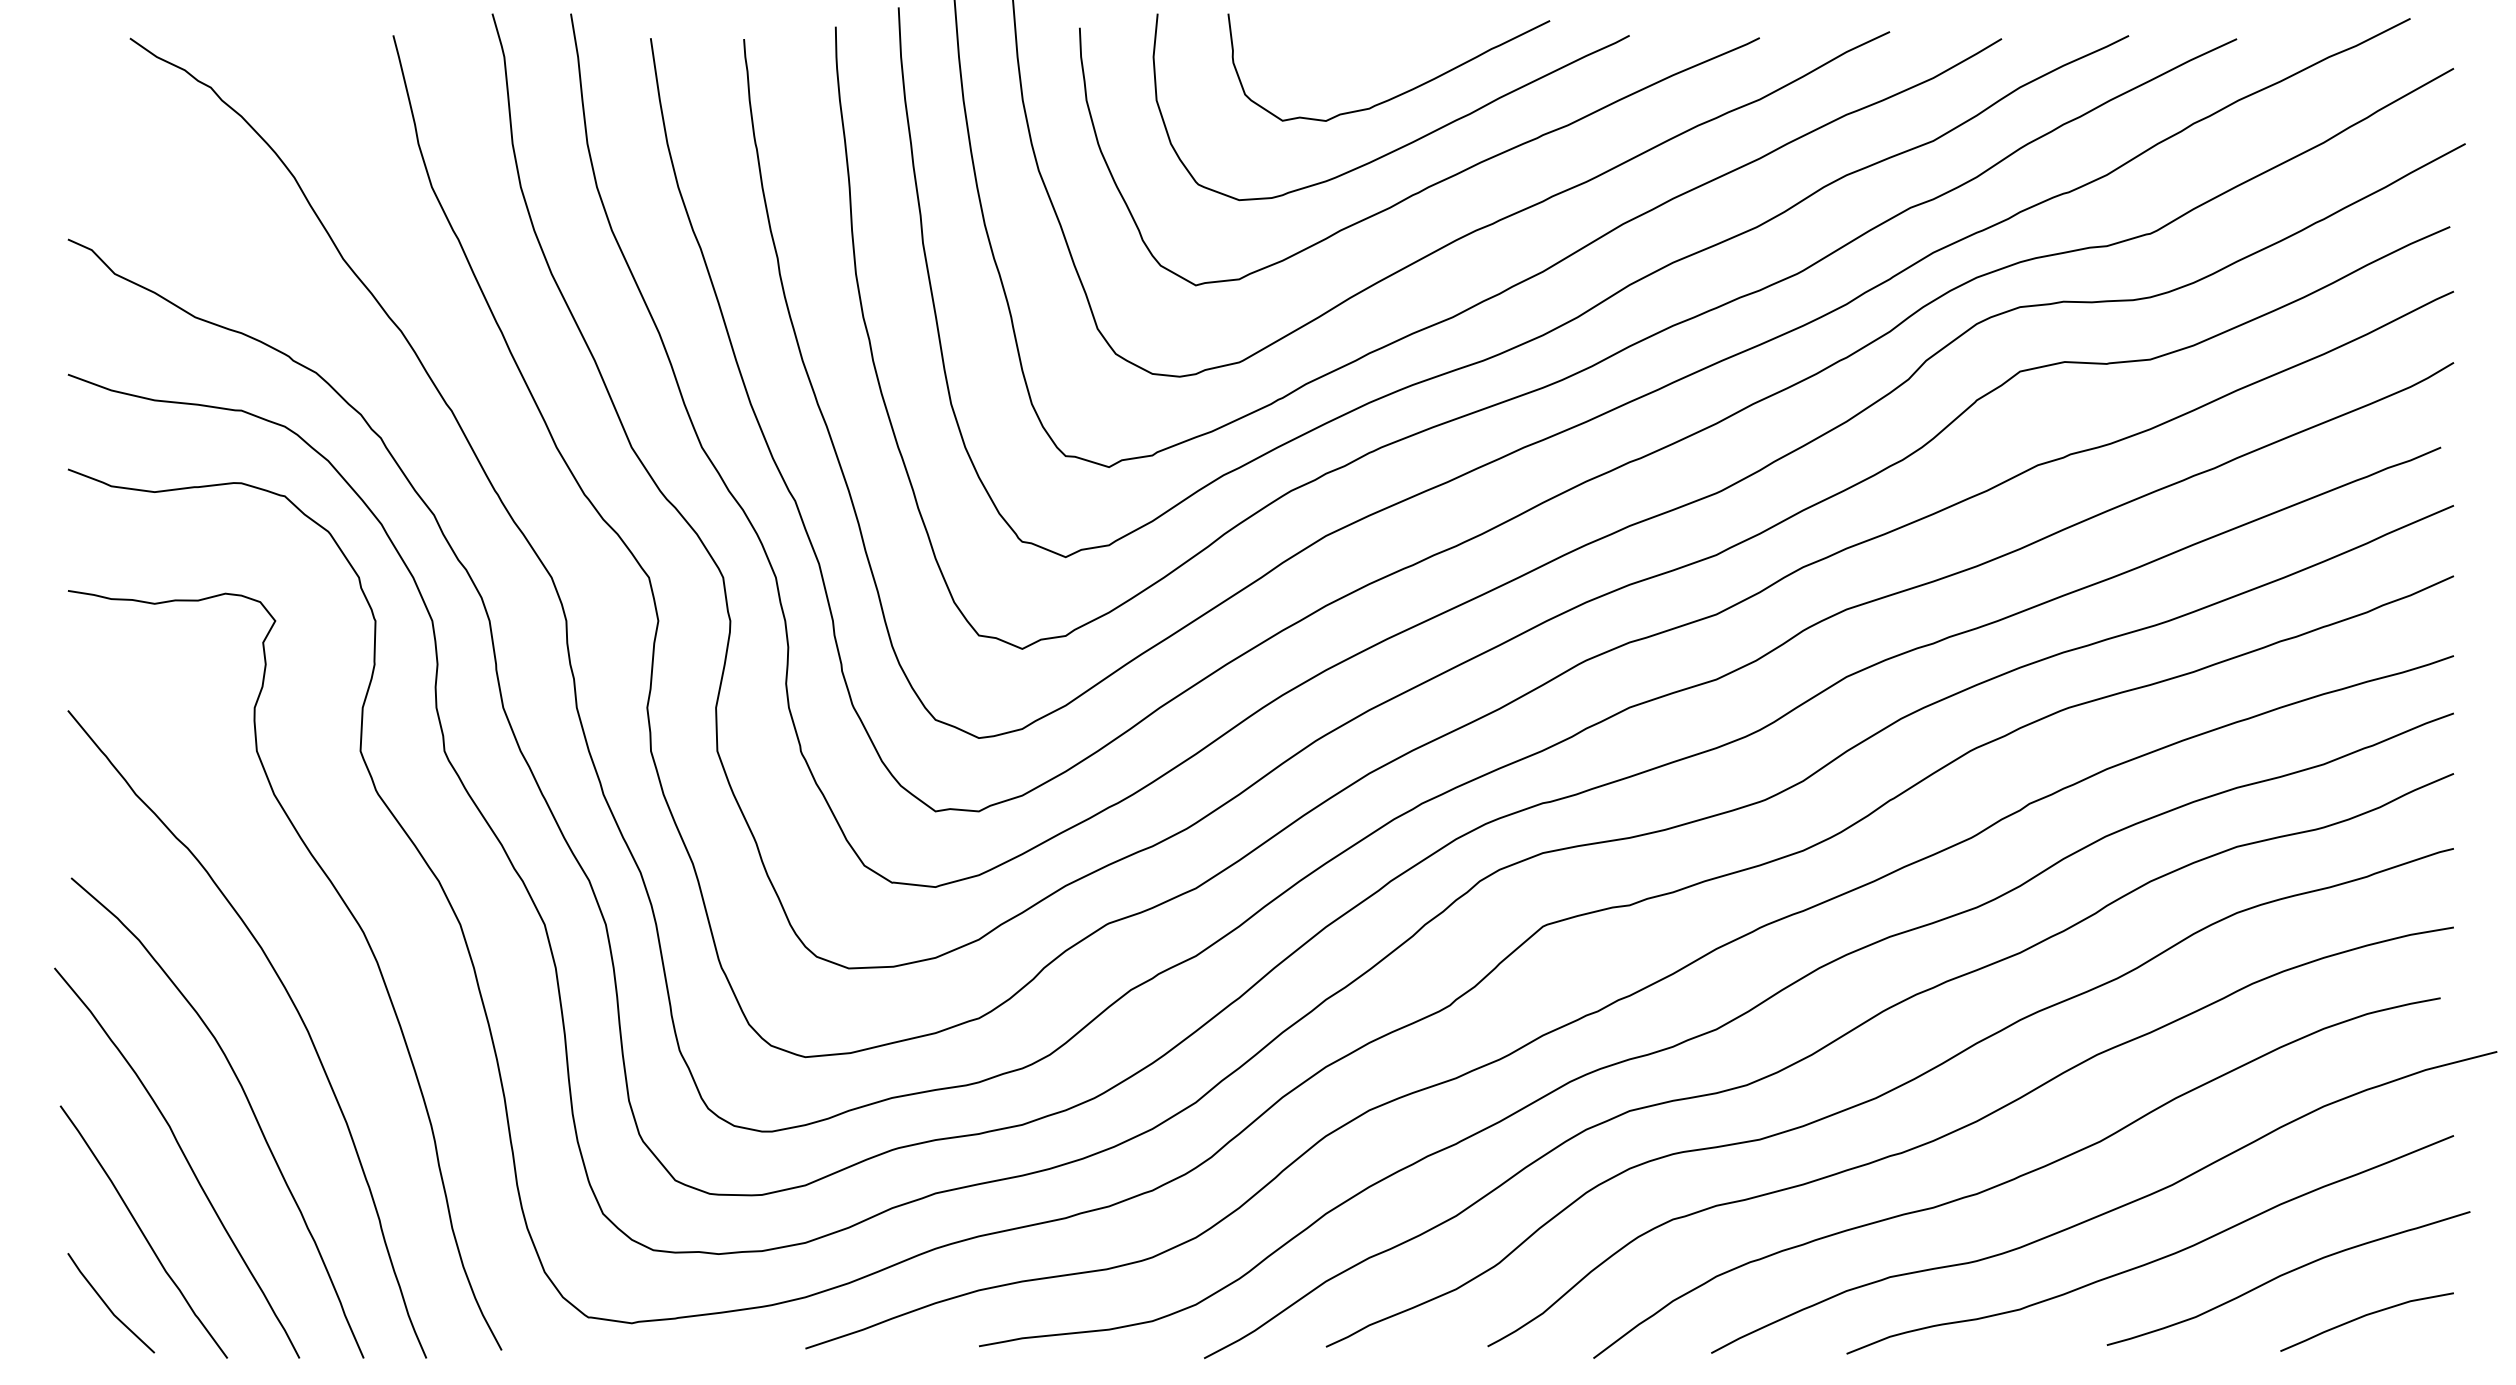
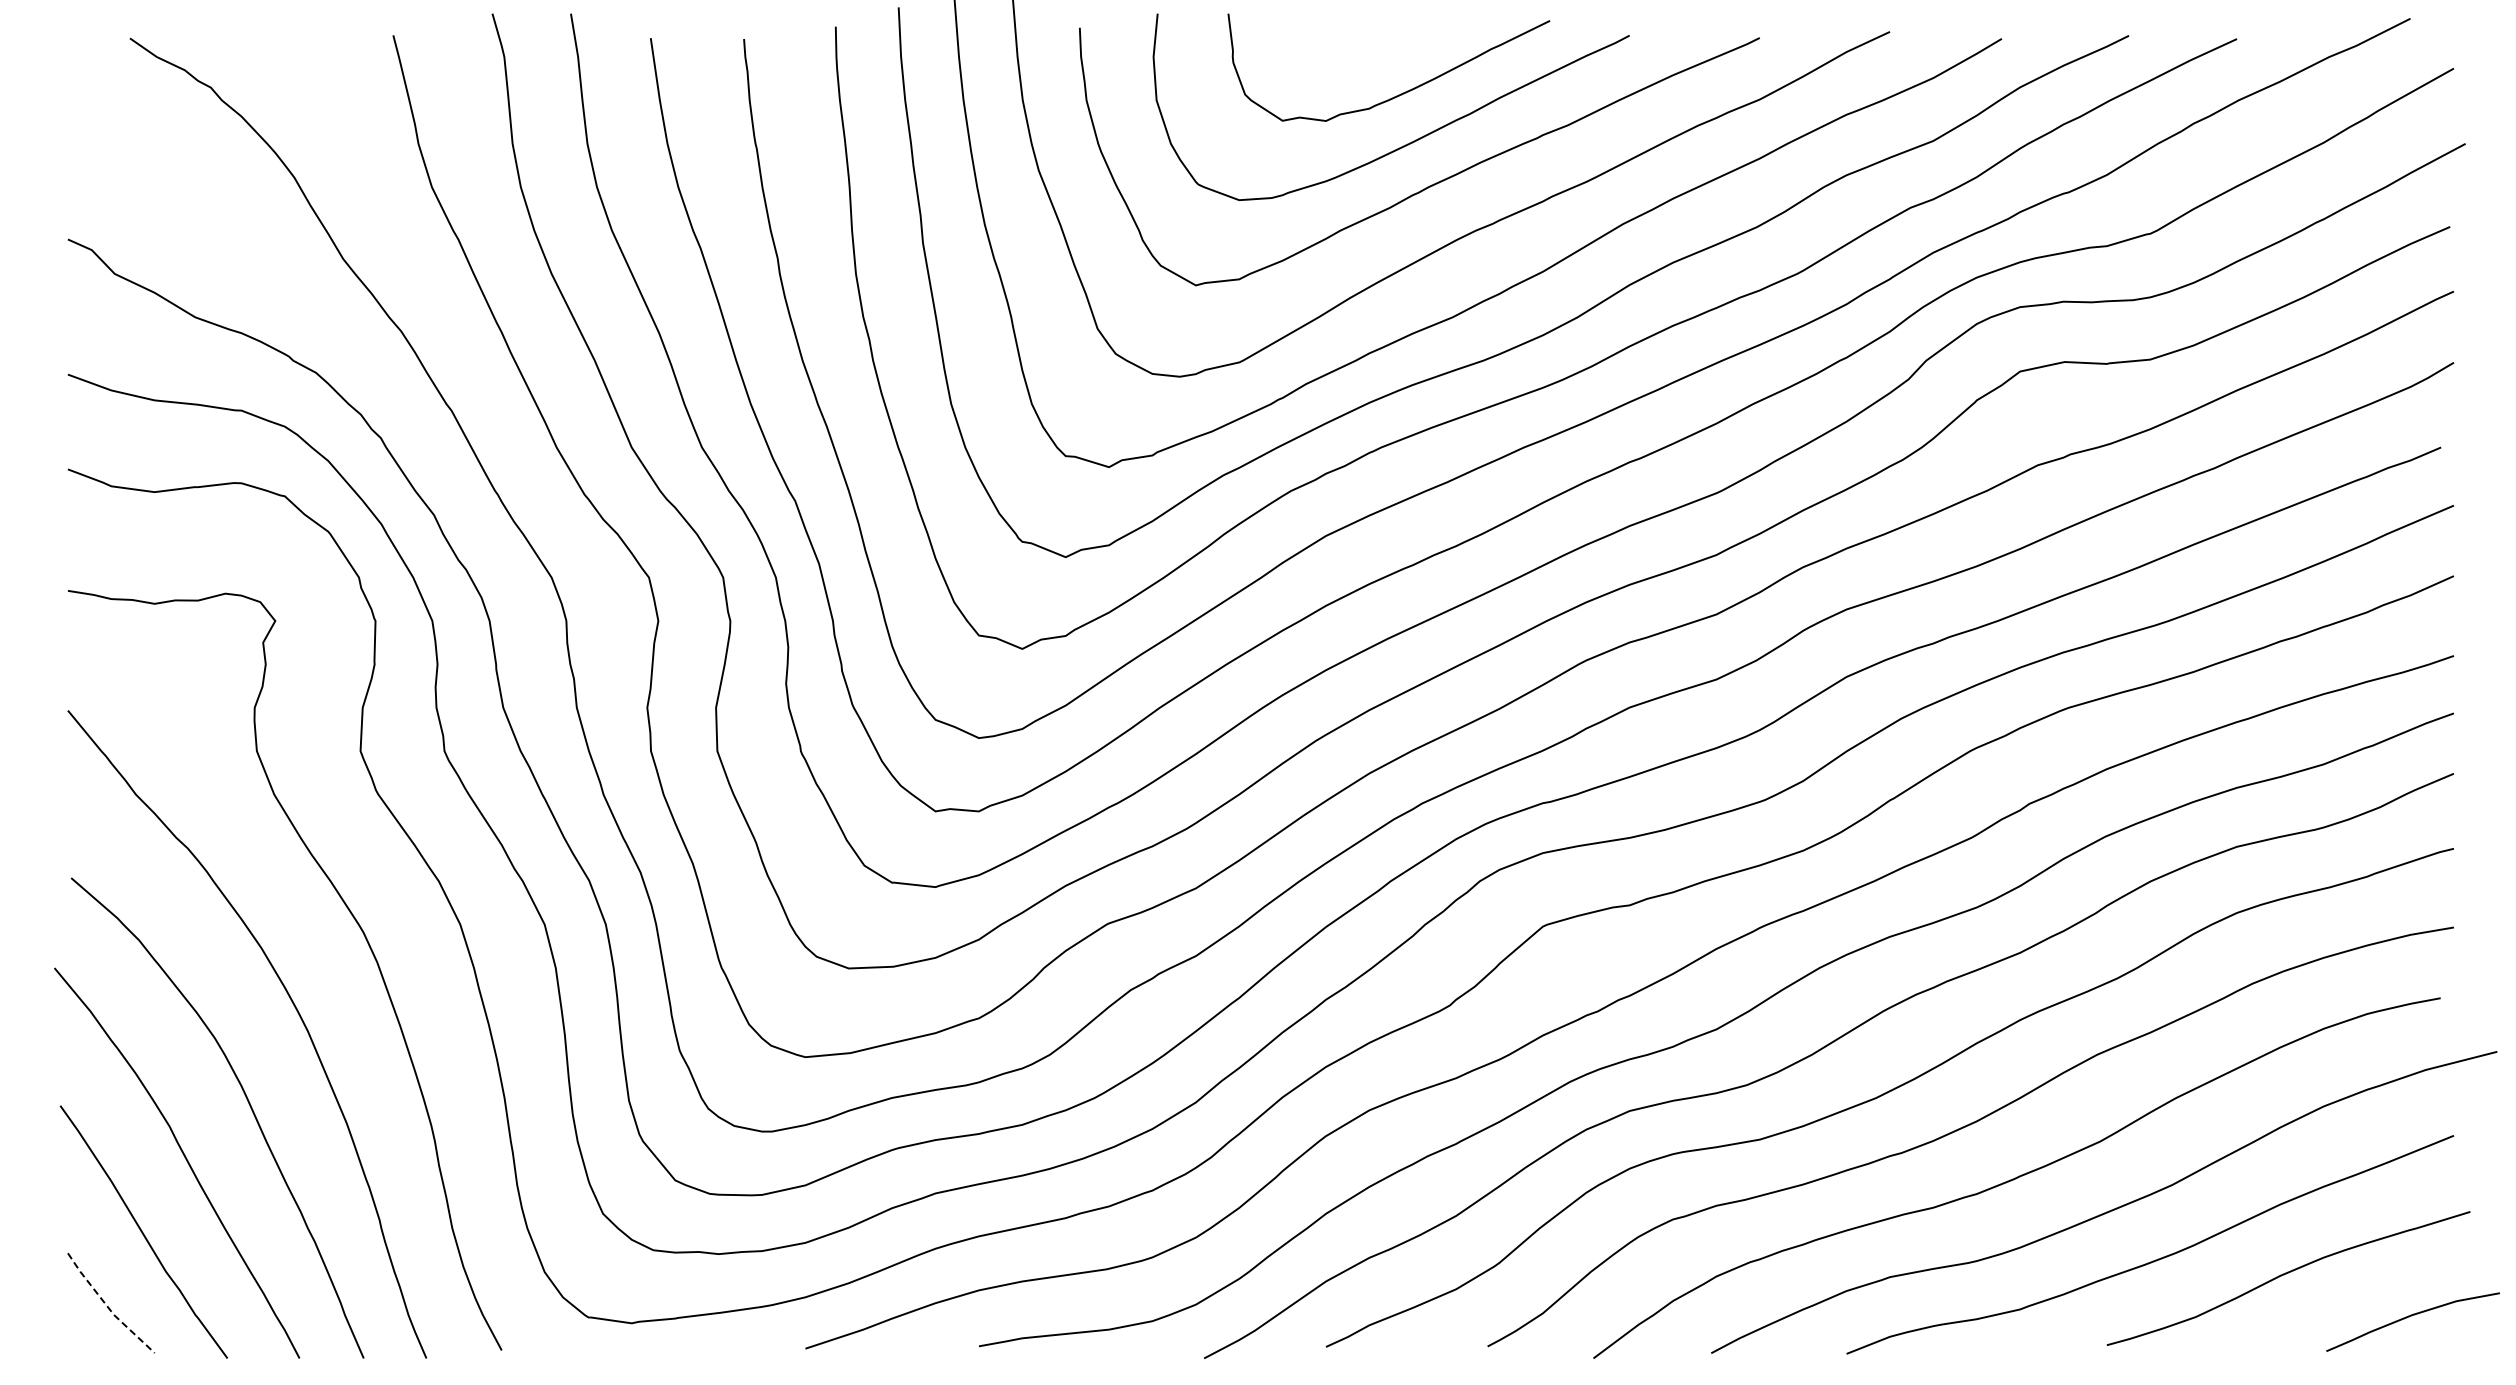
line at (107, 1306): solid -> dashed
curve at (2363, 1317) position: (2363, 1317) -> (2409, 1317)
